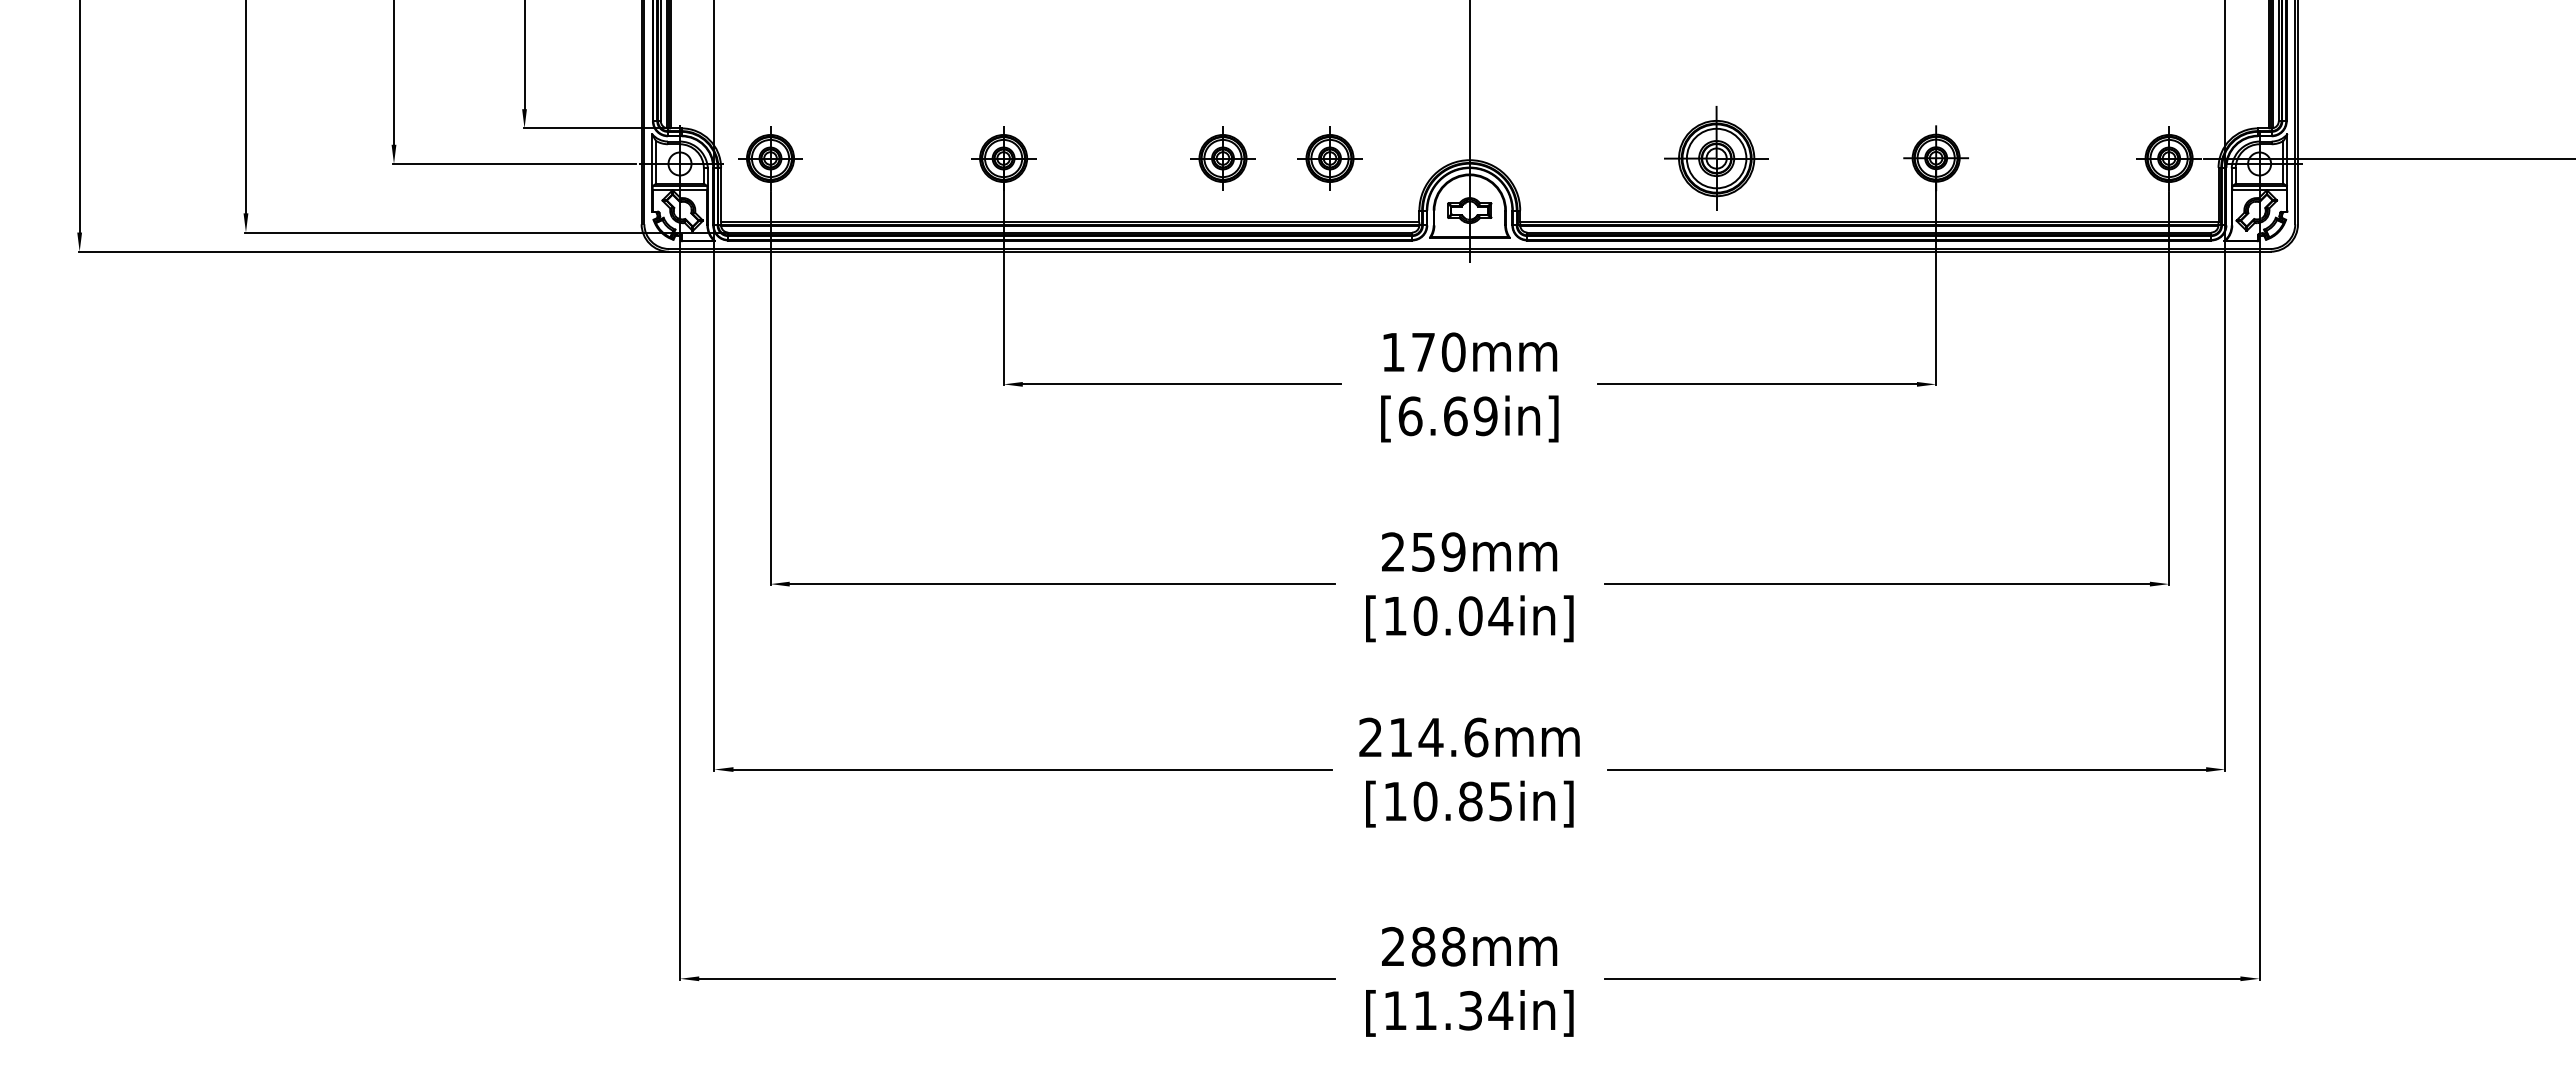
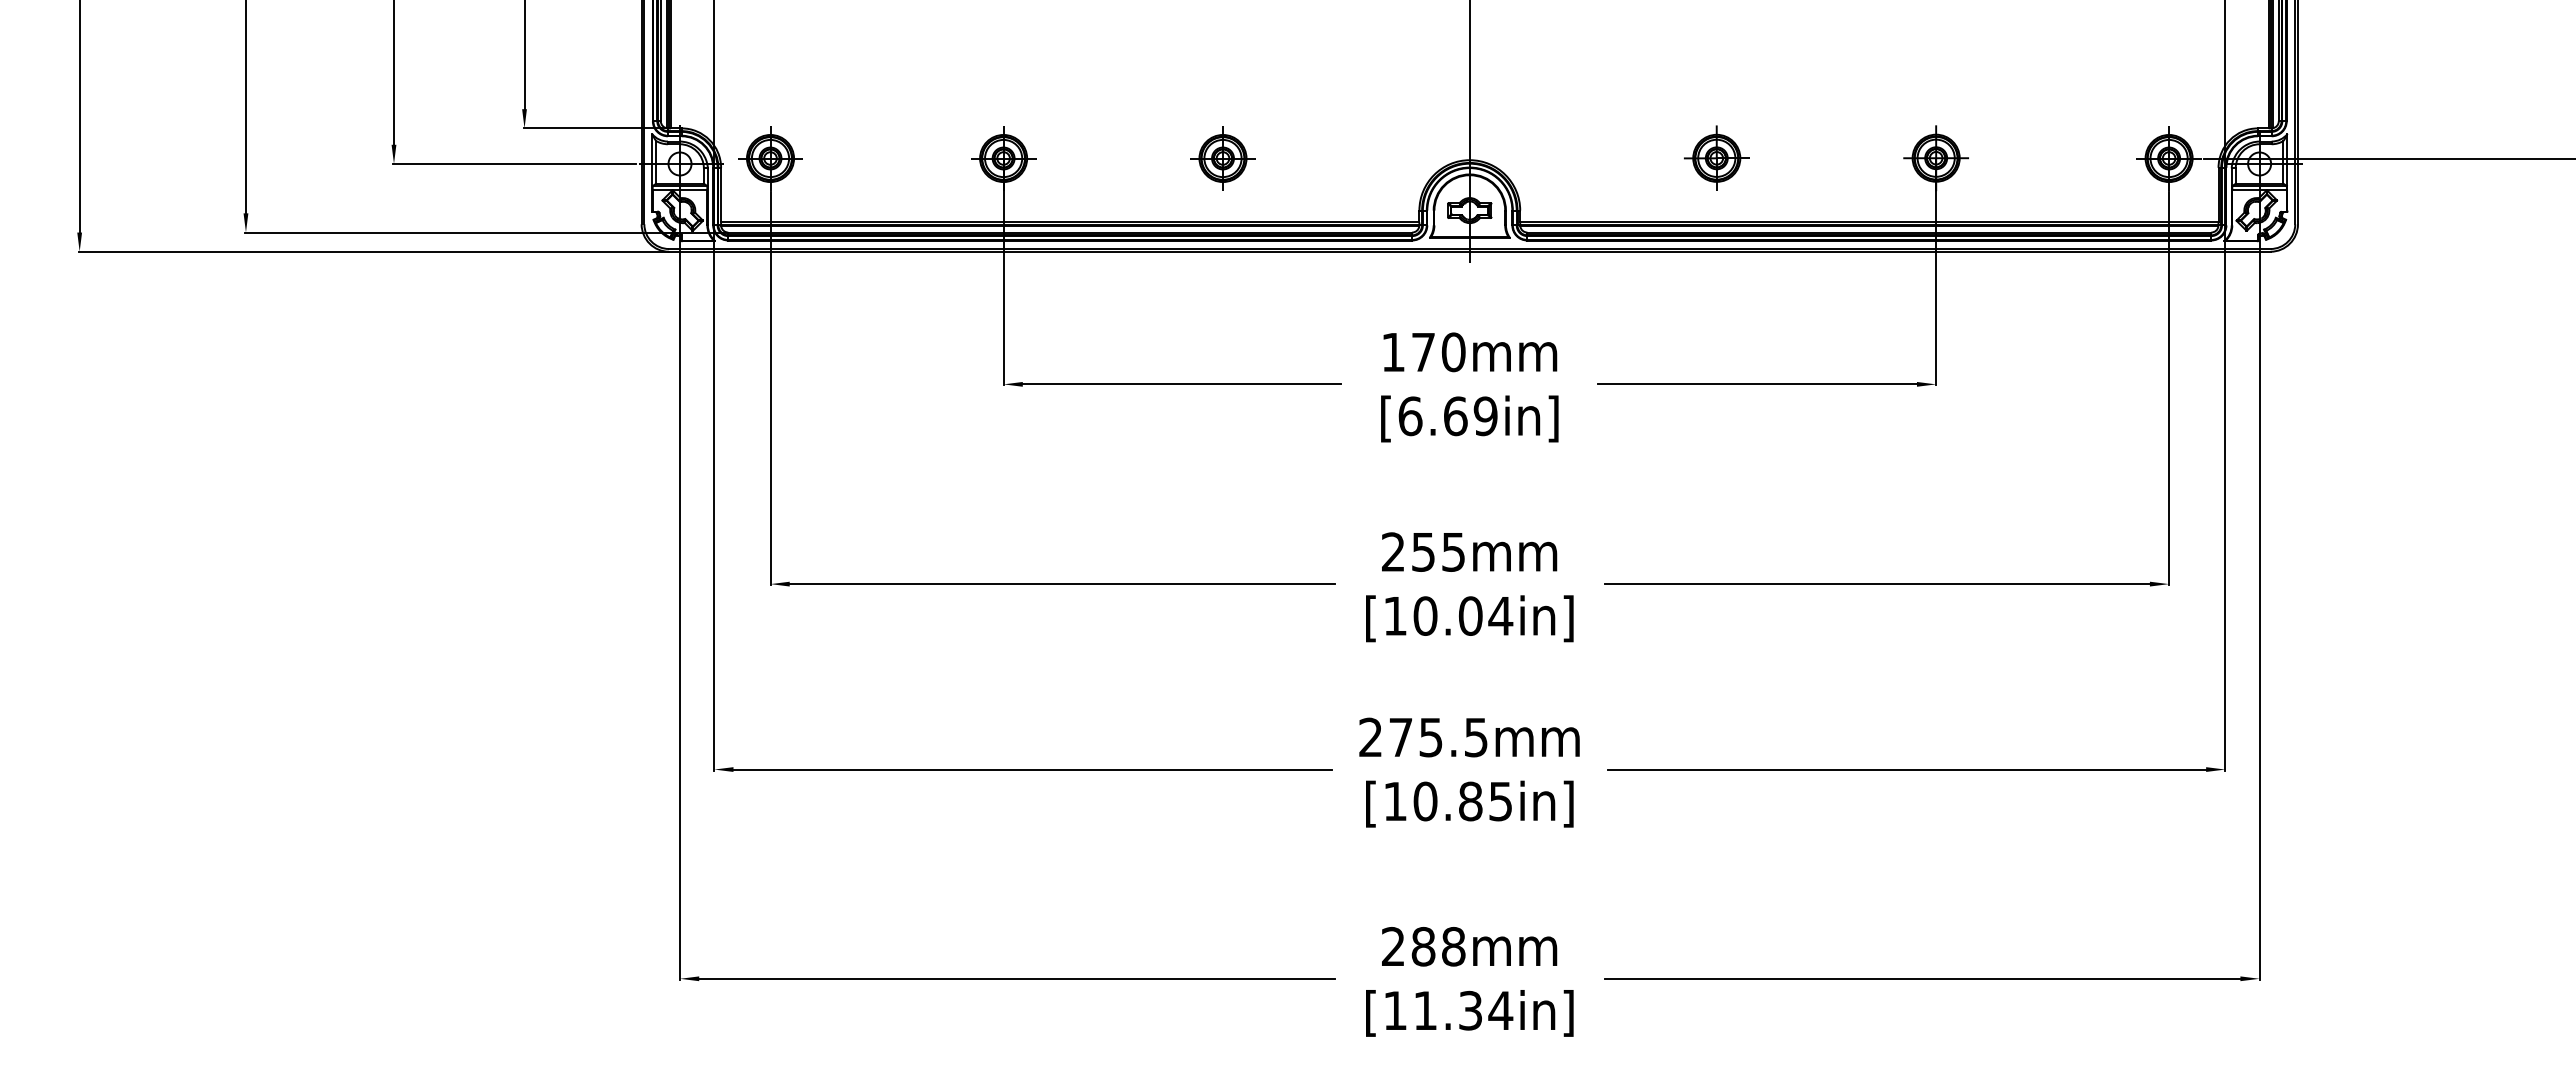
part at (1329, 158): present -> none
part at (1716, 158) size: 105x105 px -> 66x66 px
text at (1453, 551): 259mm -> 255mm
text at (1438, 737): 214.6mm -> 275.5mm
